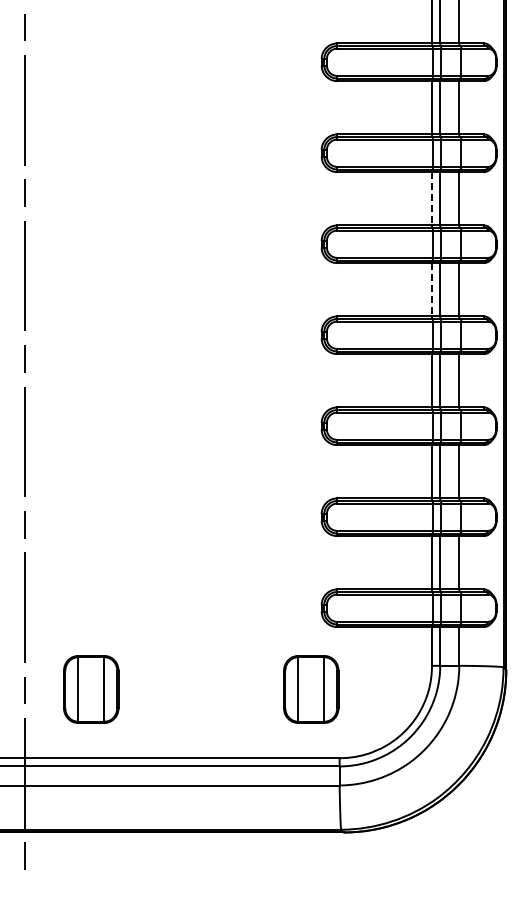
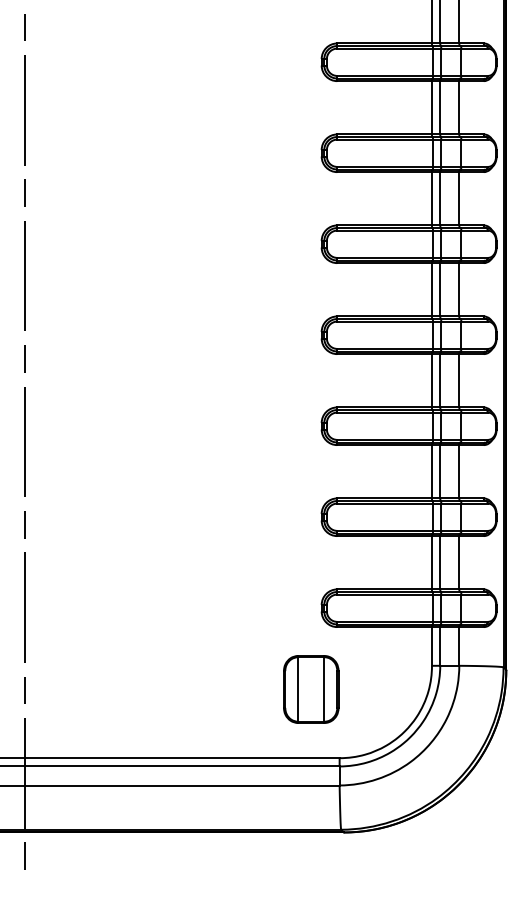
line at (431, 198): dashed -> solid
line at (431, 289): dashed -> solid
part at (91, 689): present -> none
